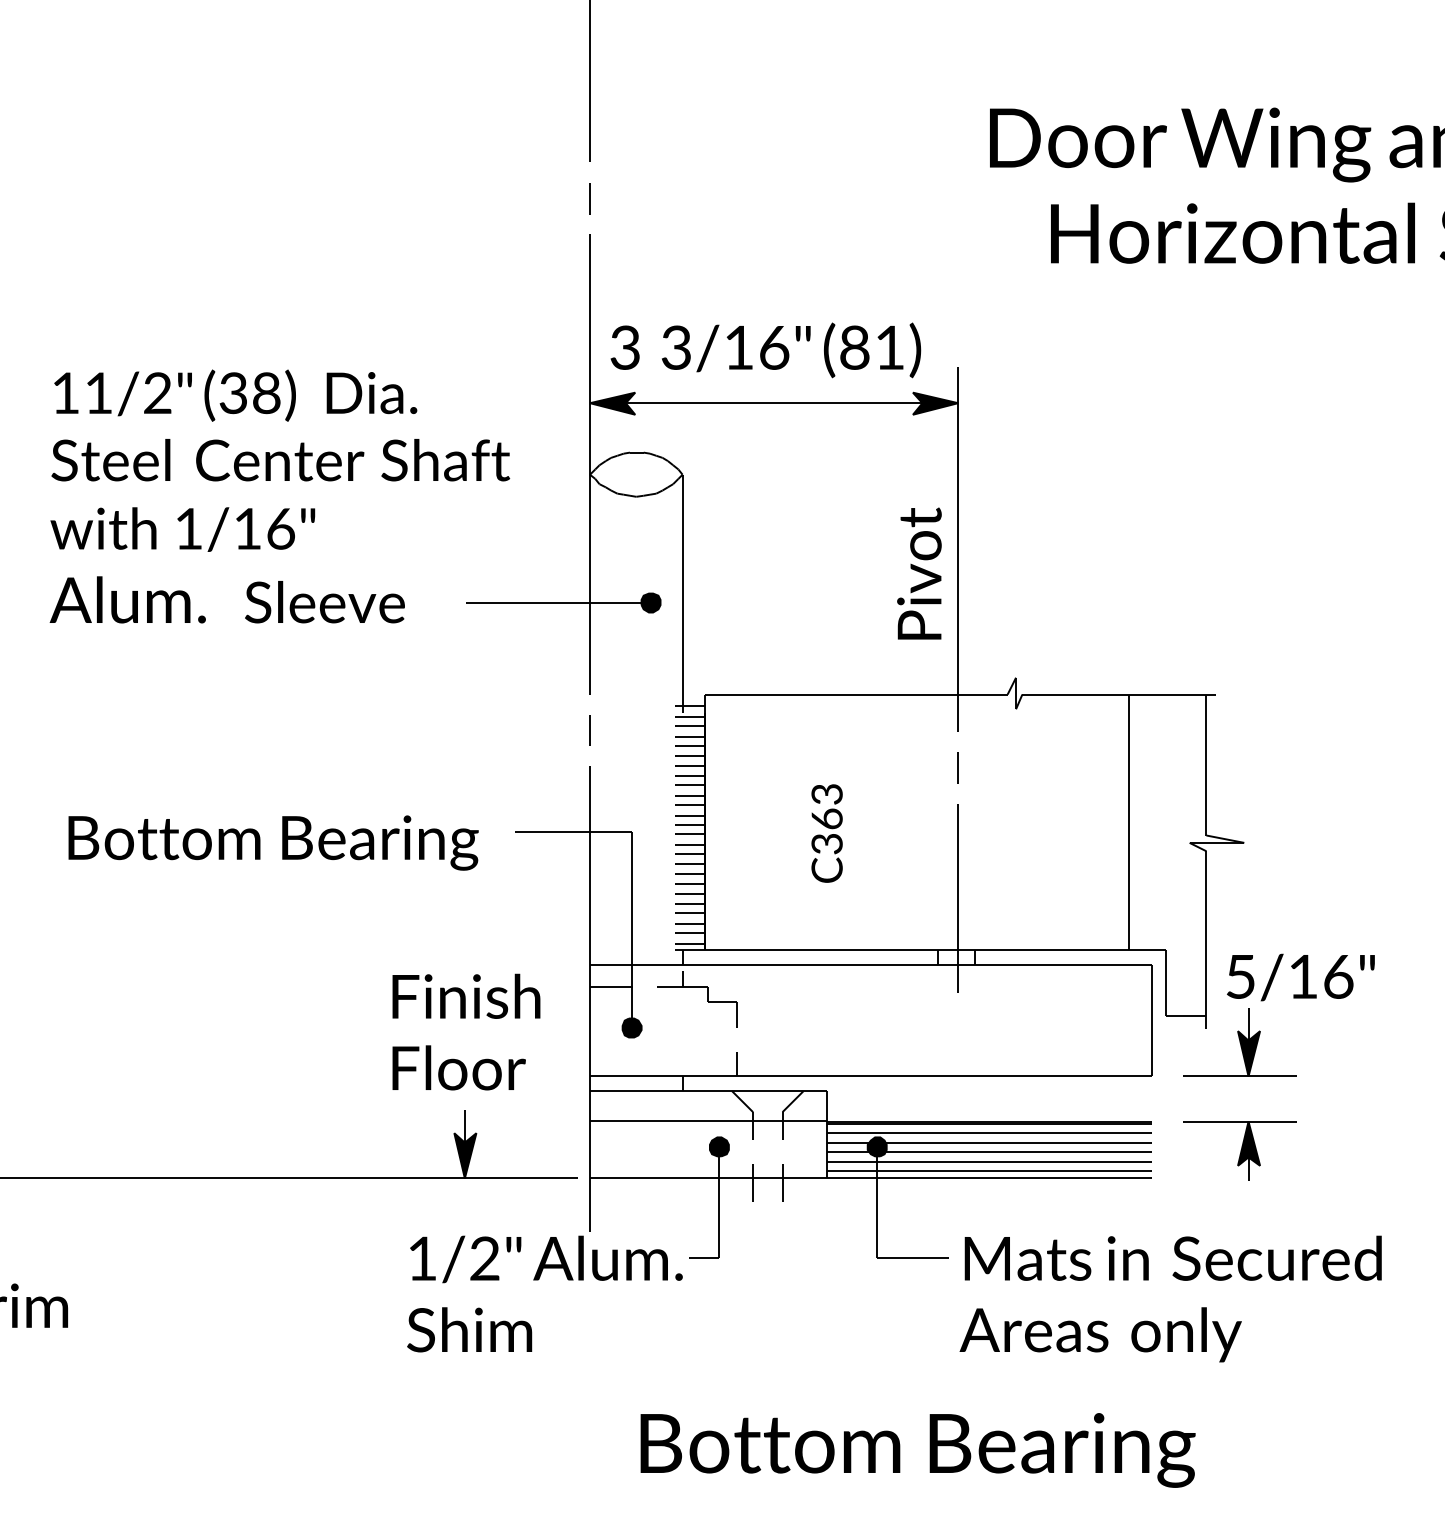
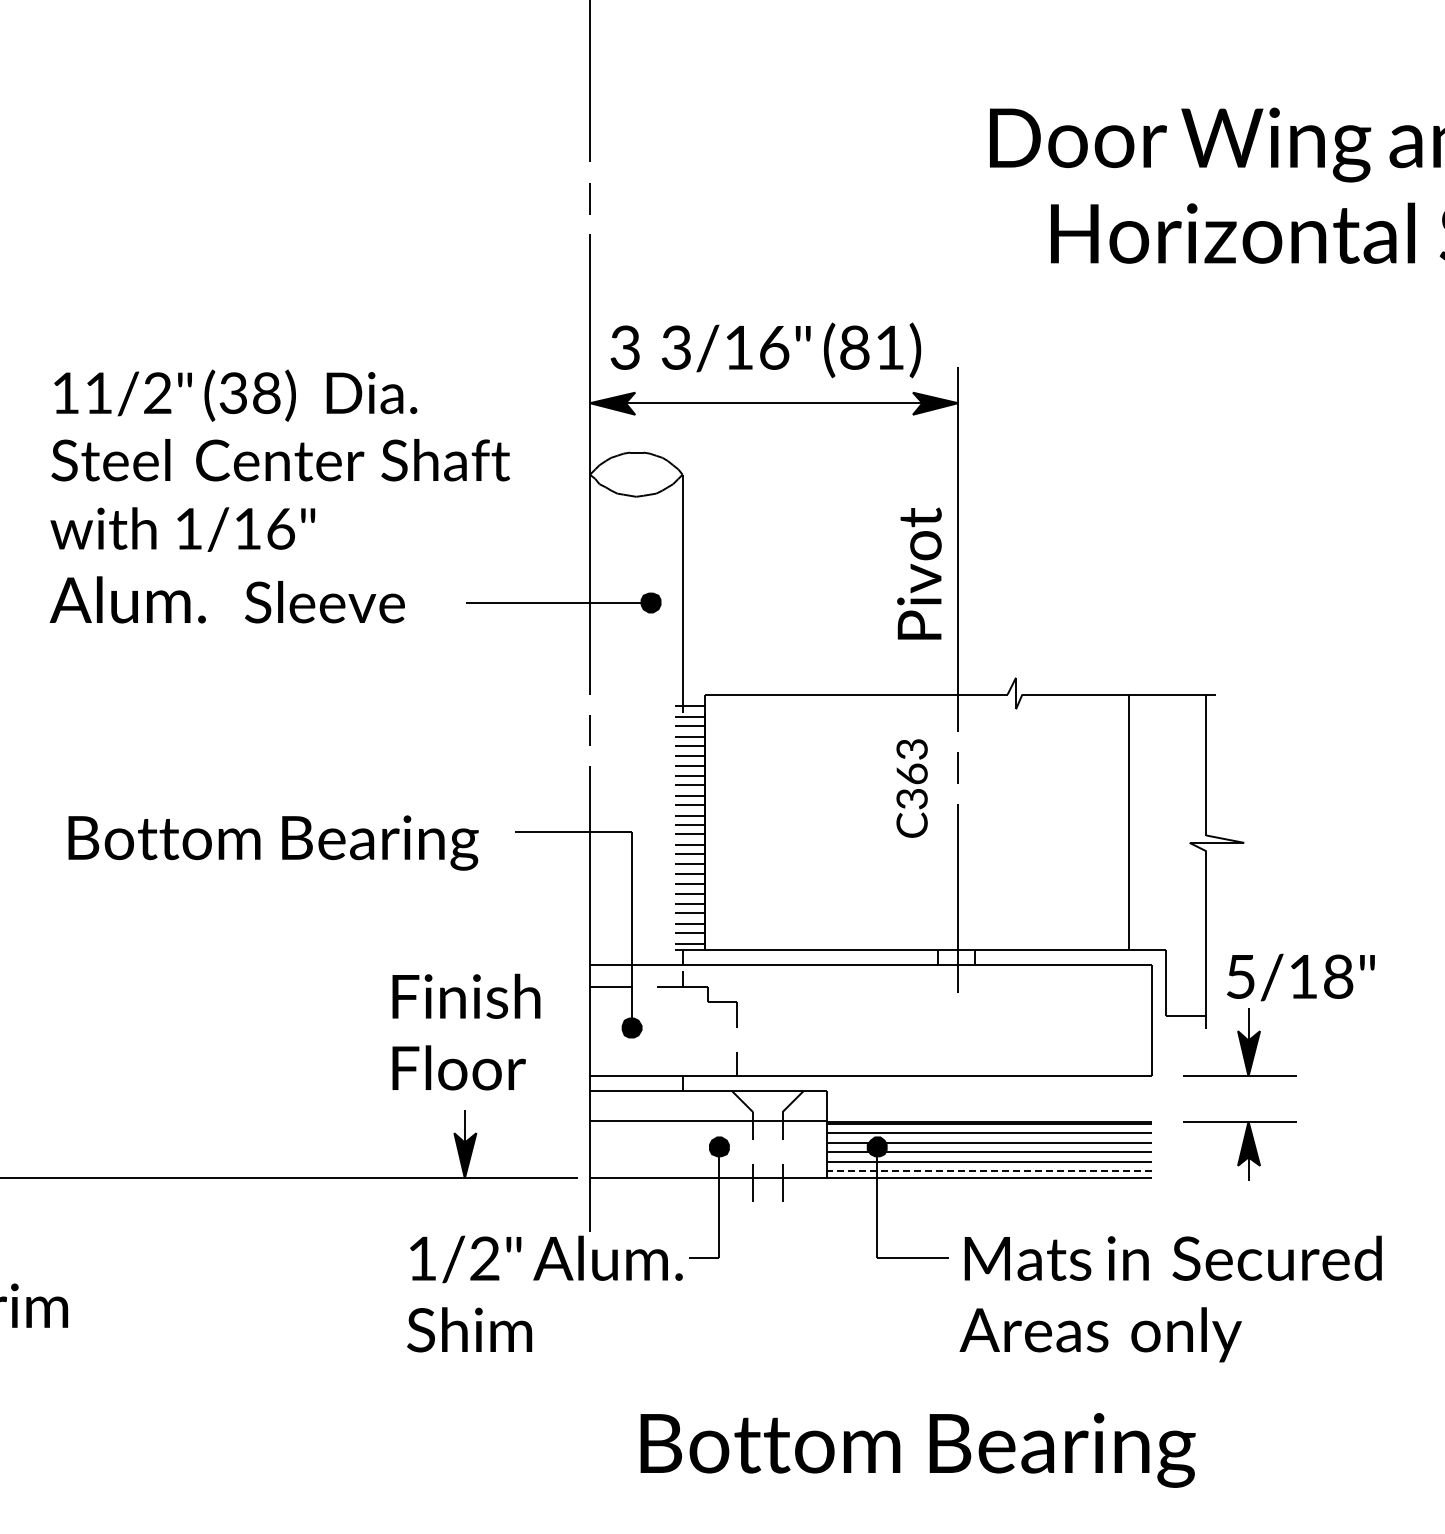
text at (826, 833) position: (826, 833) -> (911, 788)
text at (1338, 976): 5/16" -> 5/18"
line at (989, 1171): solid -> dashed
